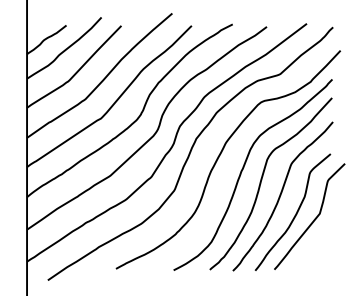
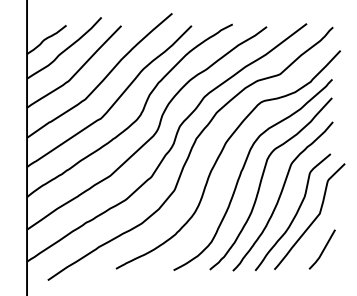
line at (322, 249): none -> present
